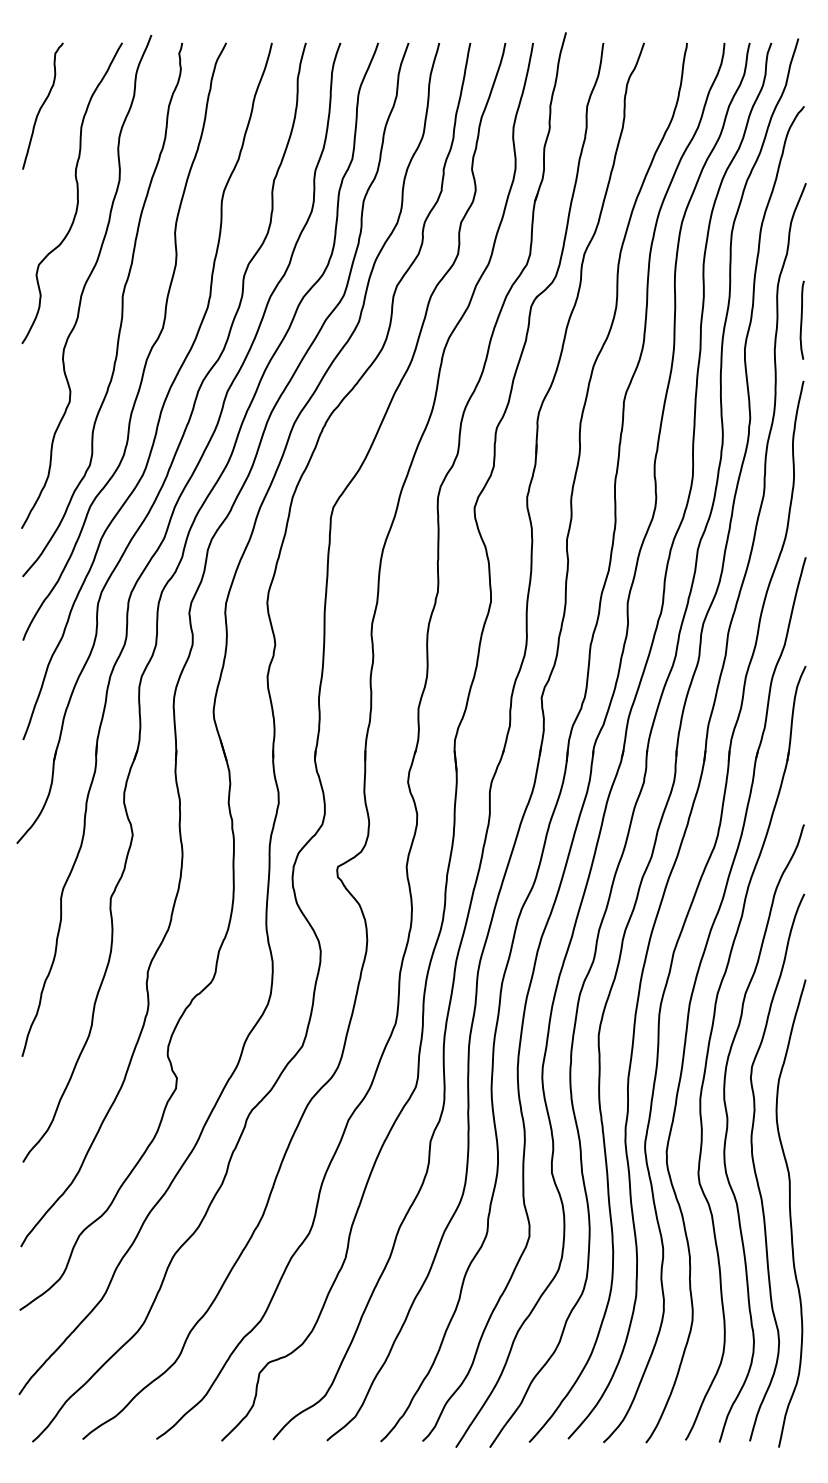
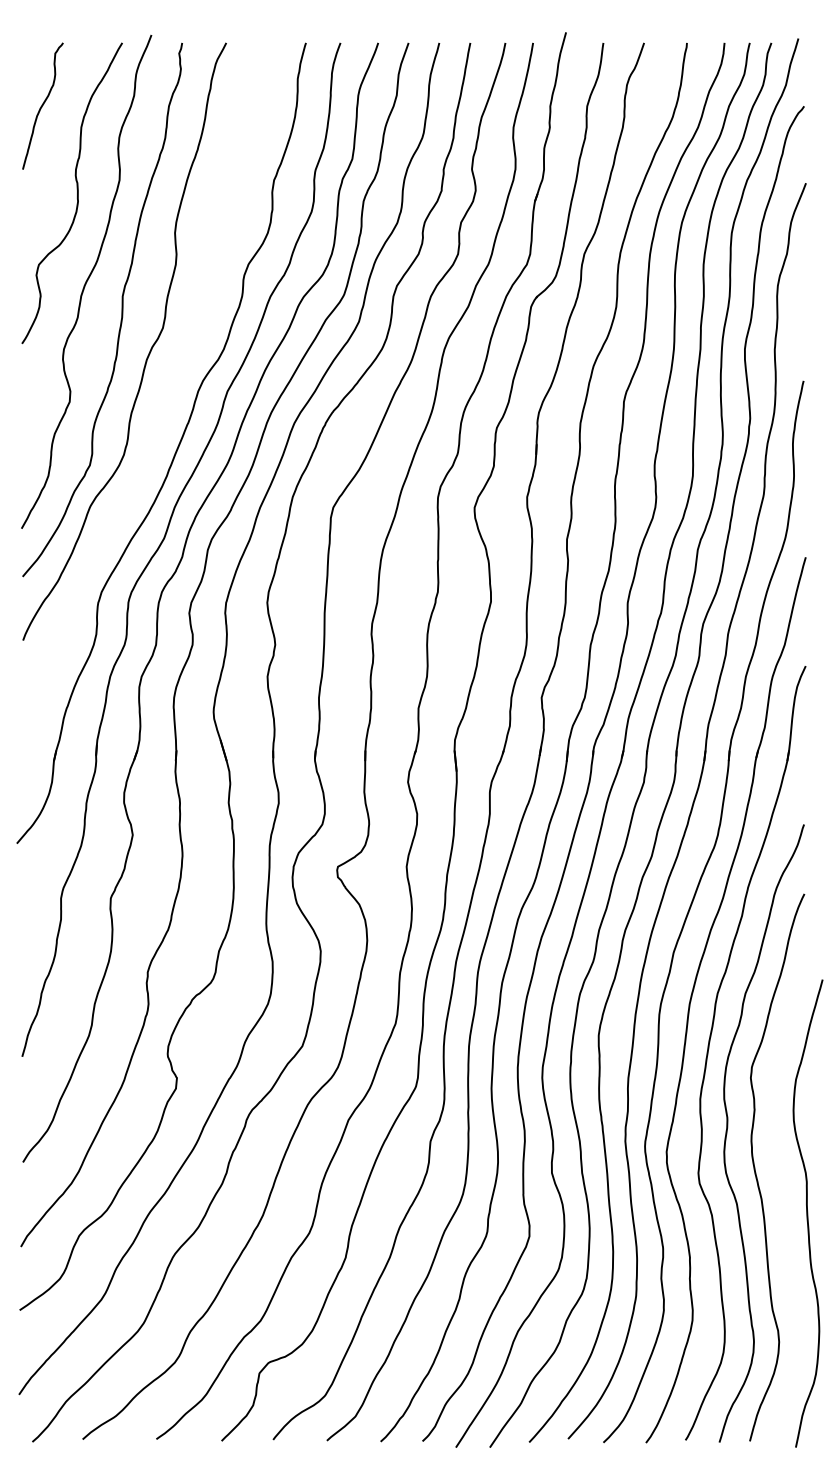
curve at (801, 319): present -> none
curve at (165, 396): present -> none
curve at (790, 1213) position: (790, 1213) -> (807, 1213)
